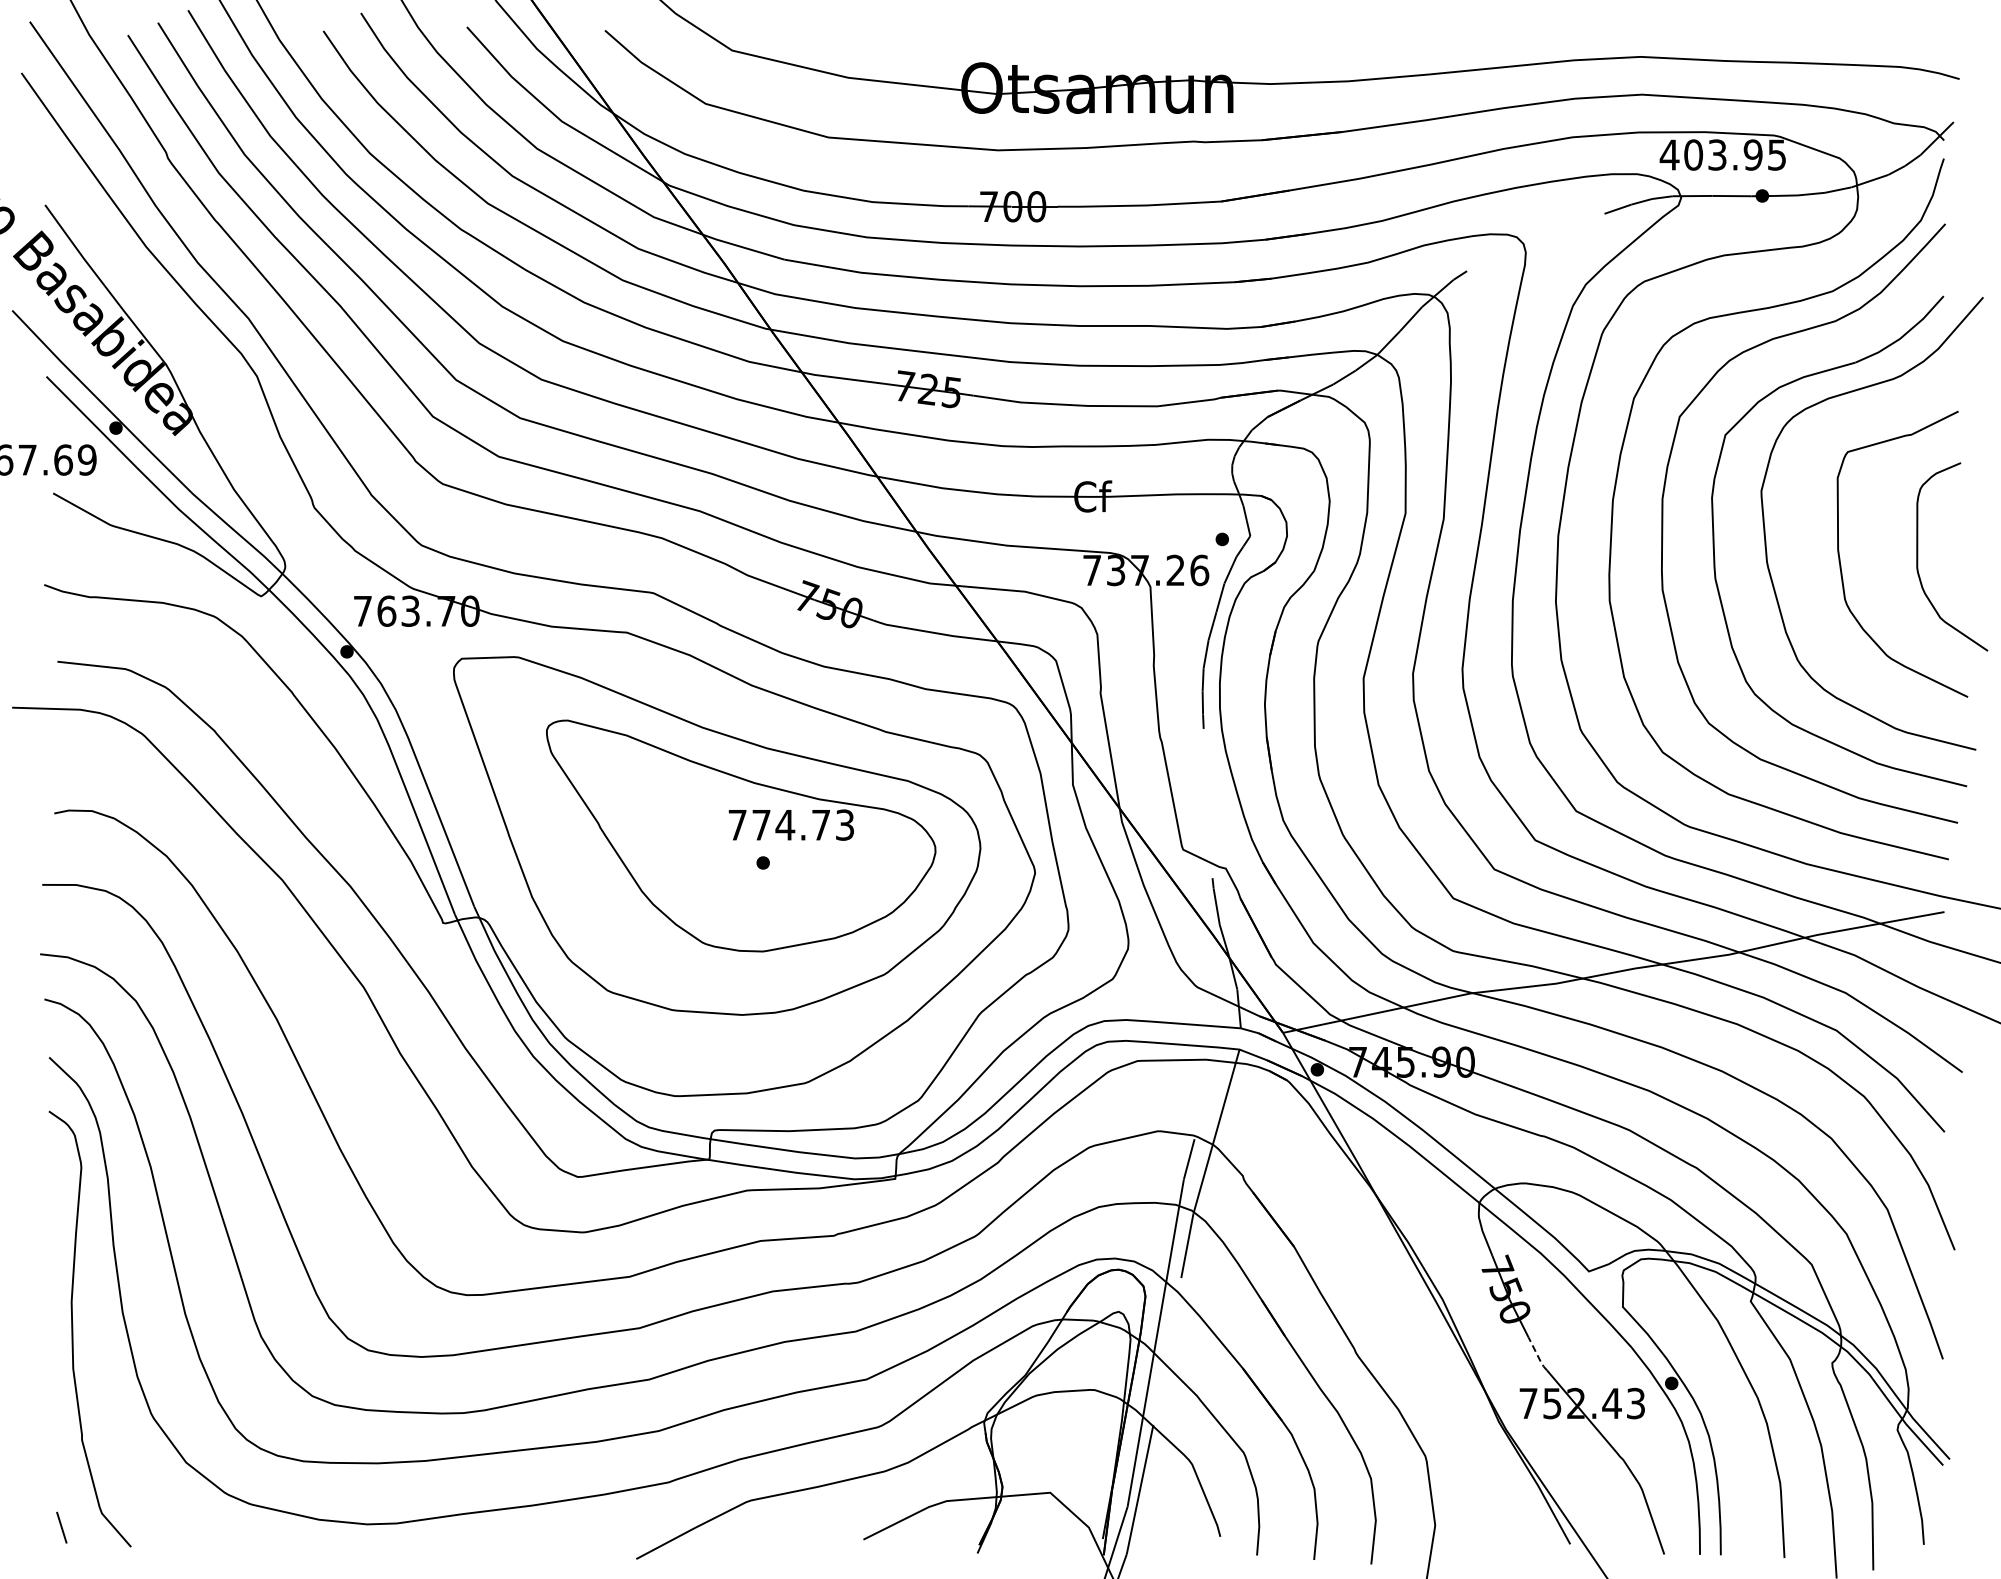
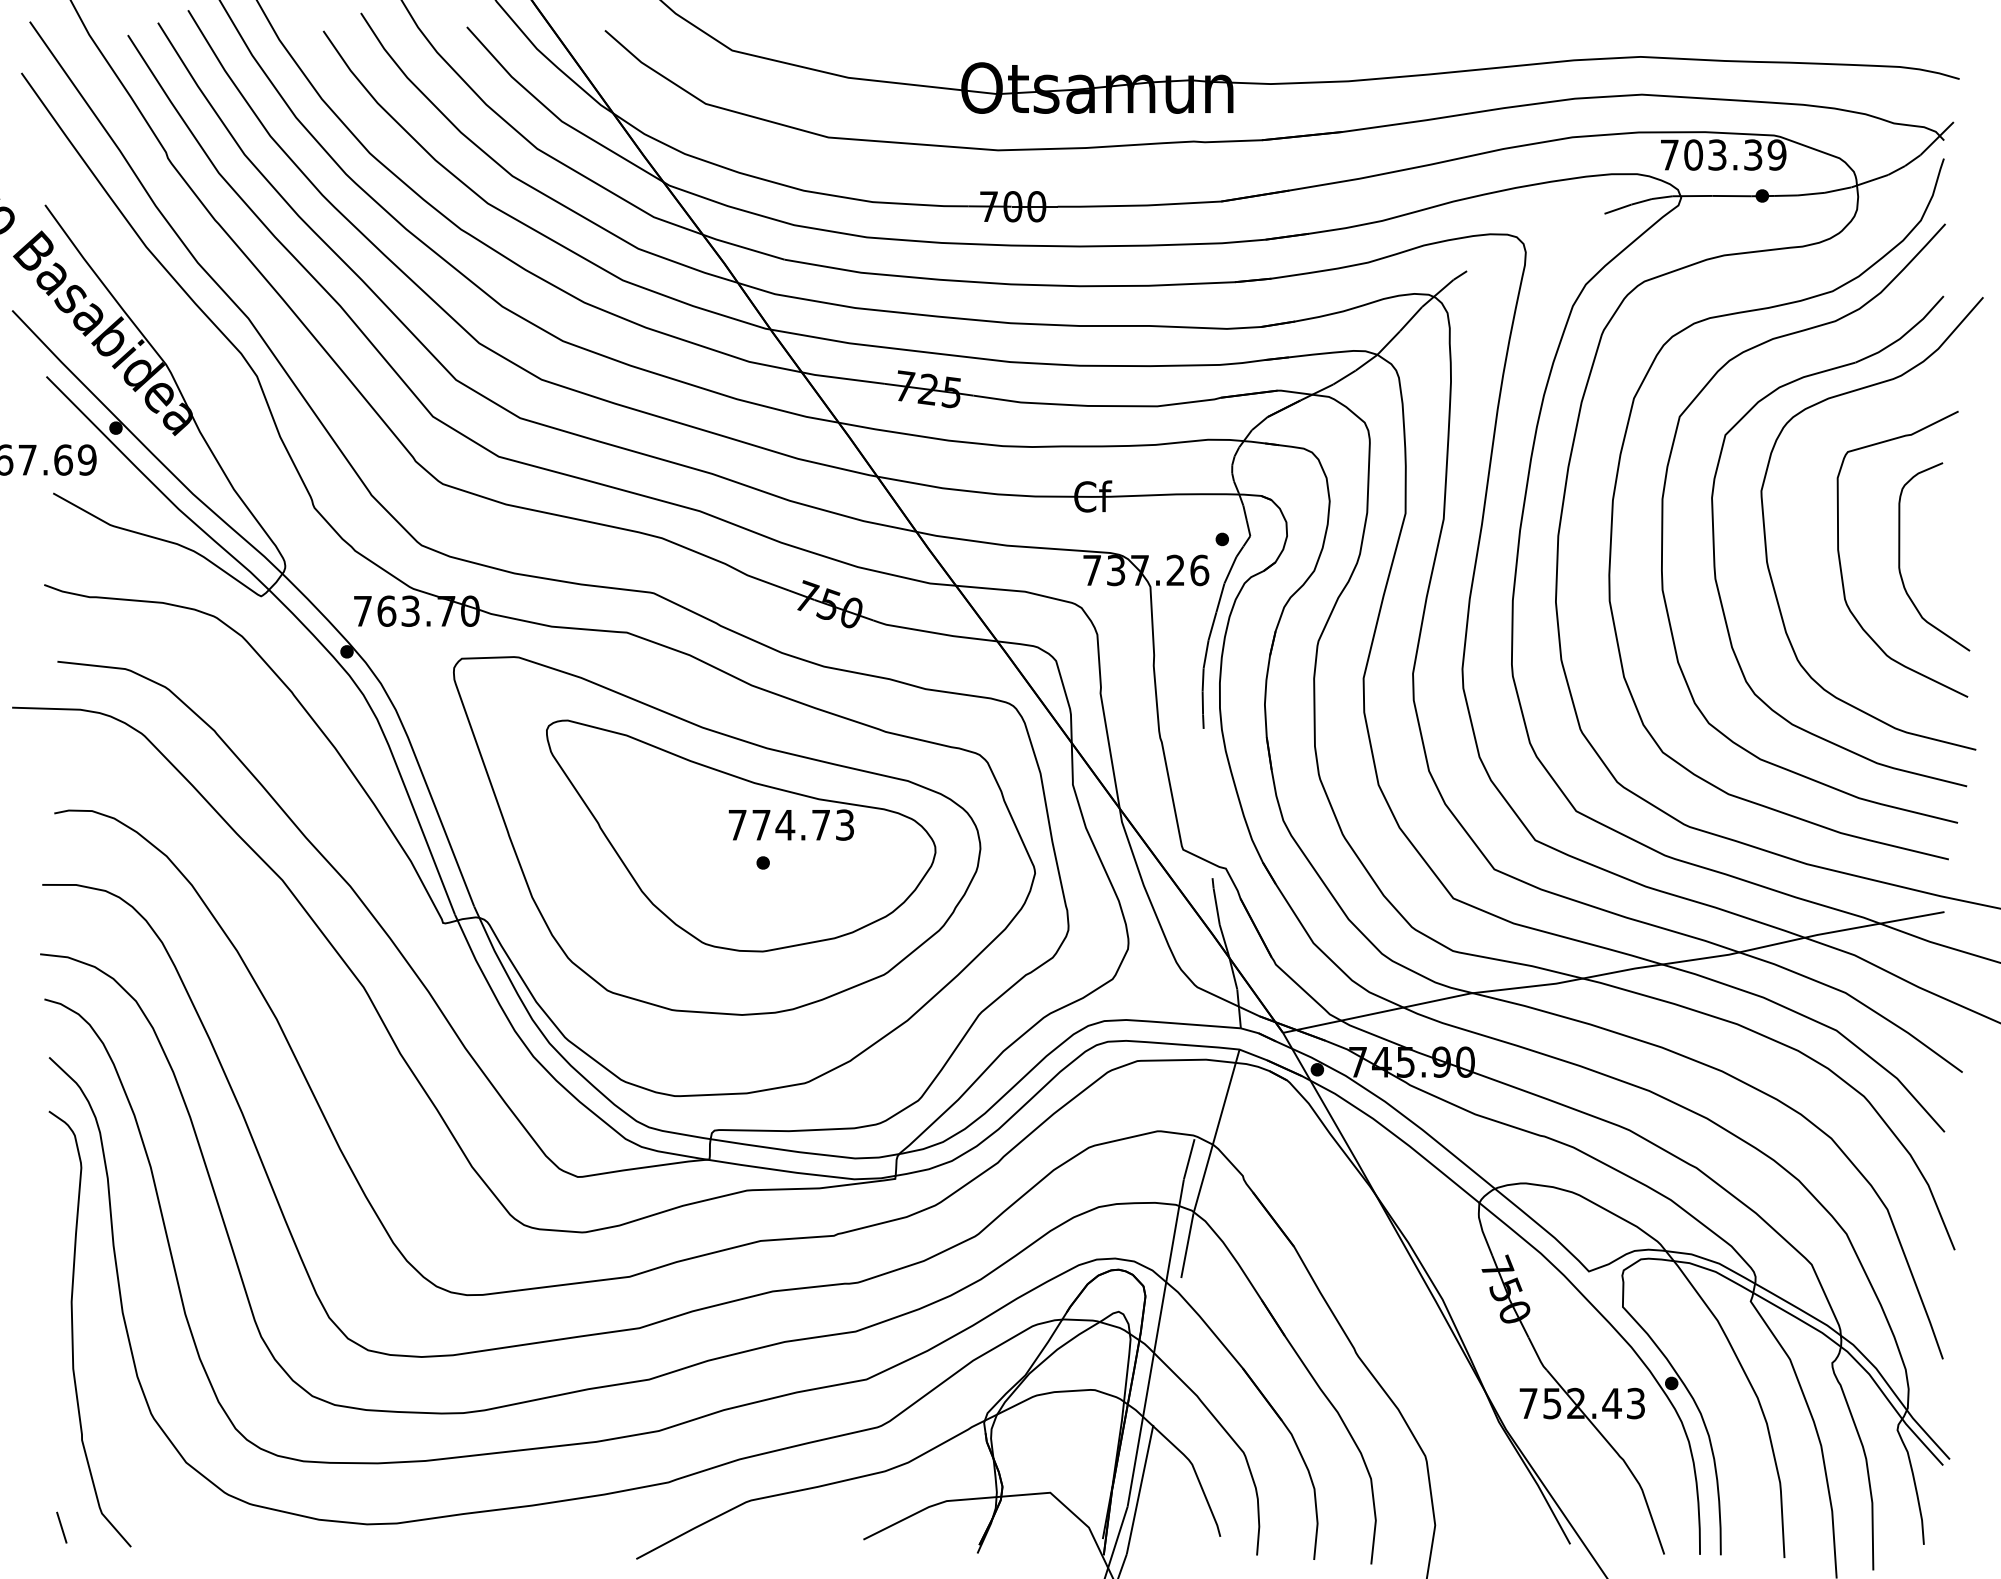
text at (1722, 154): 403.95 -> 703.39
curve at (1918, 556) position: (1918, 556) -> (1900, 556)
line at (1537, 1355): dashed -> solid
